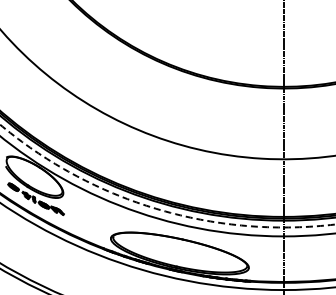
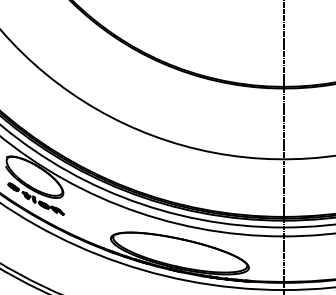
arc at (158, 209): dashed -> solid
